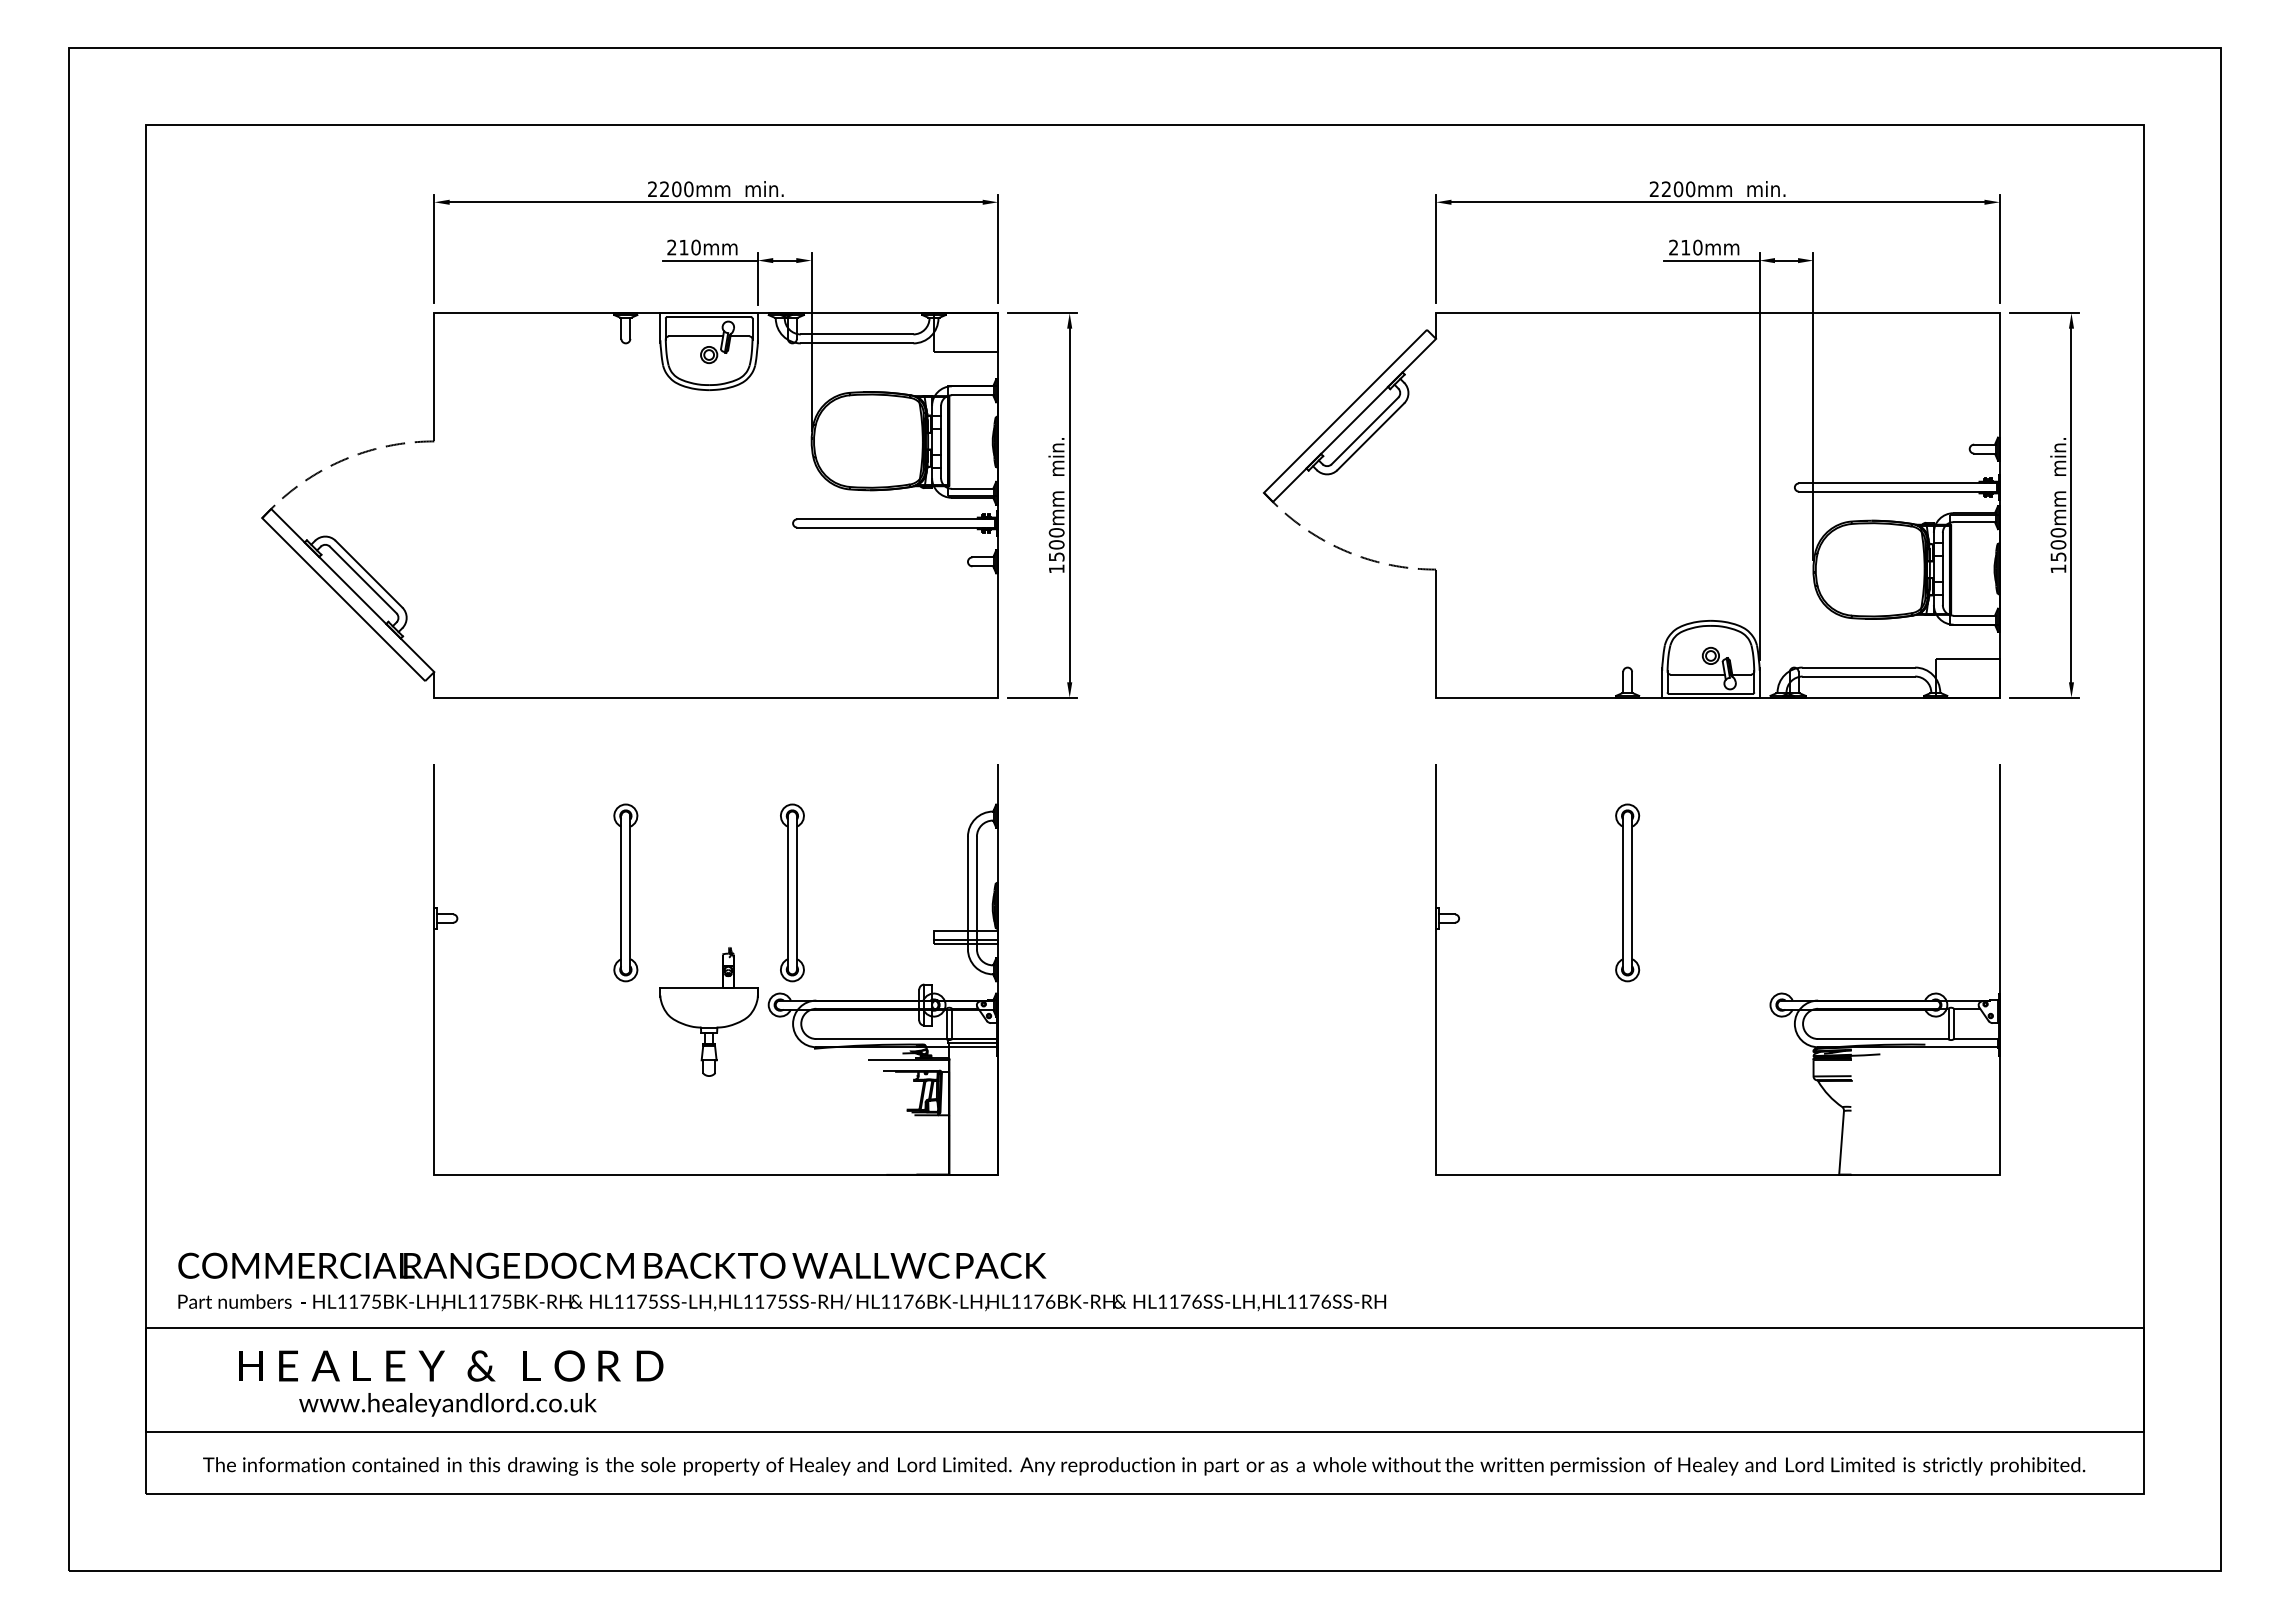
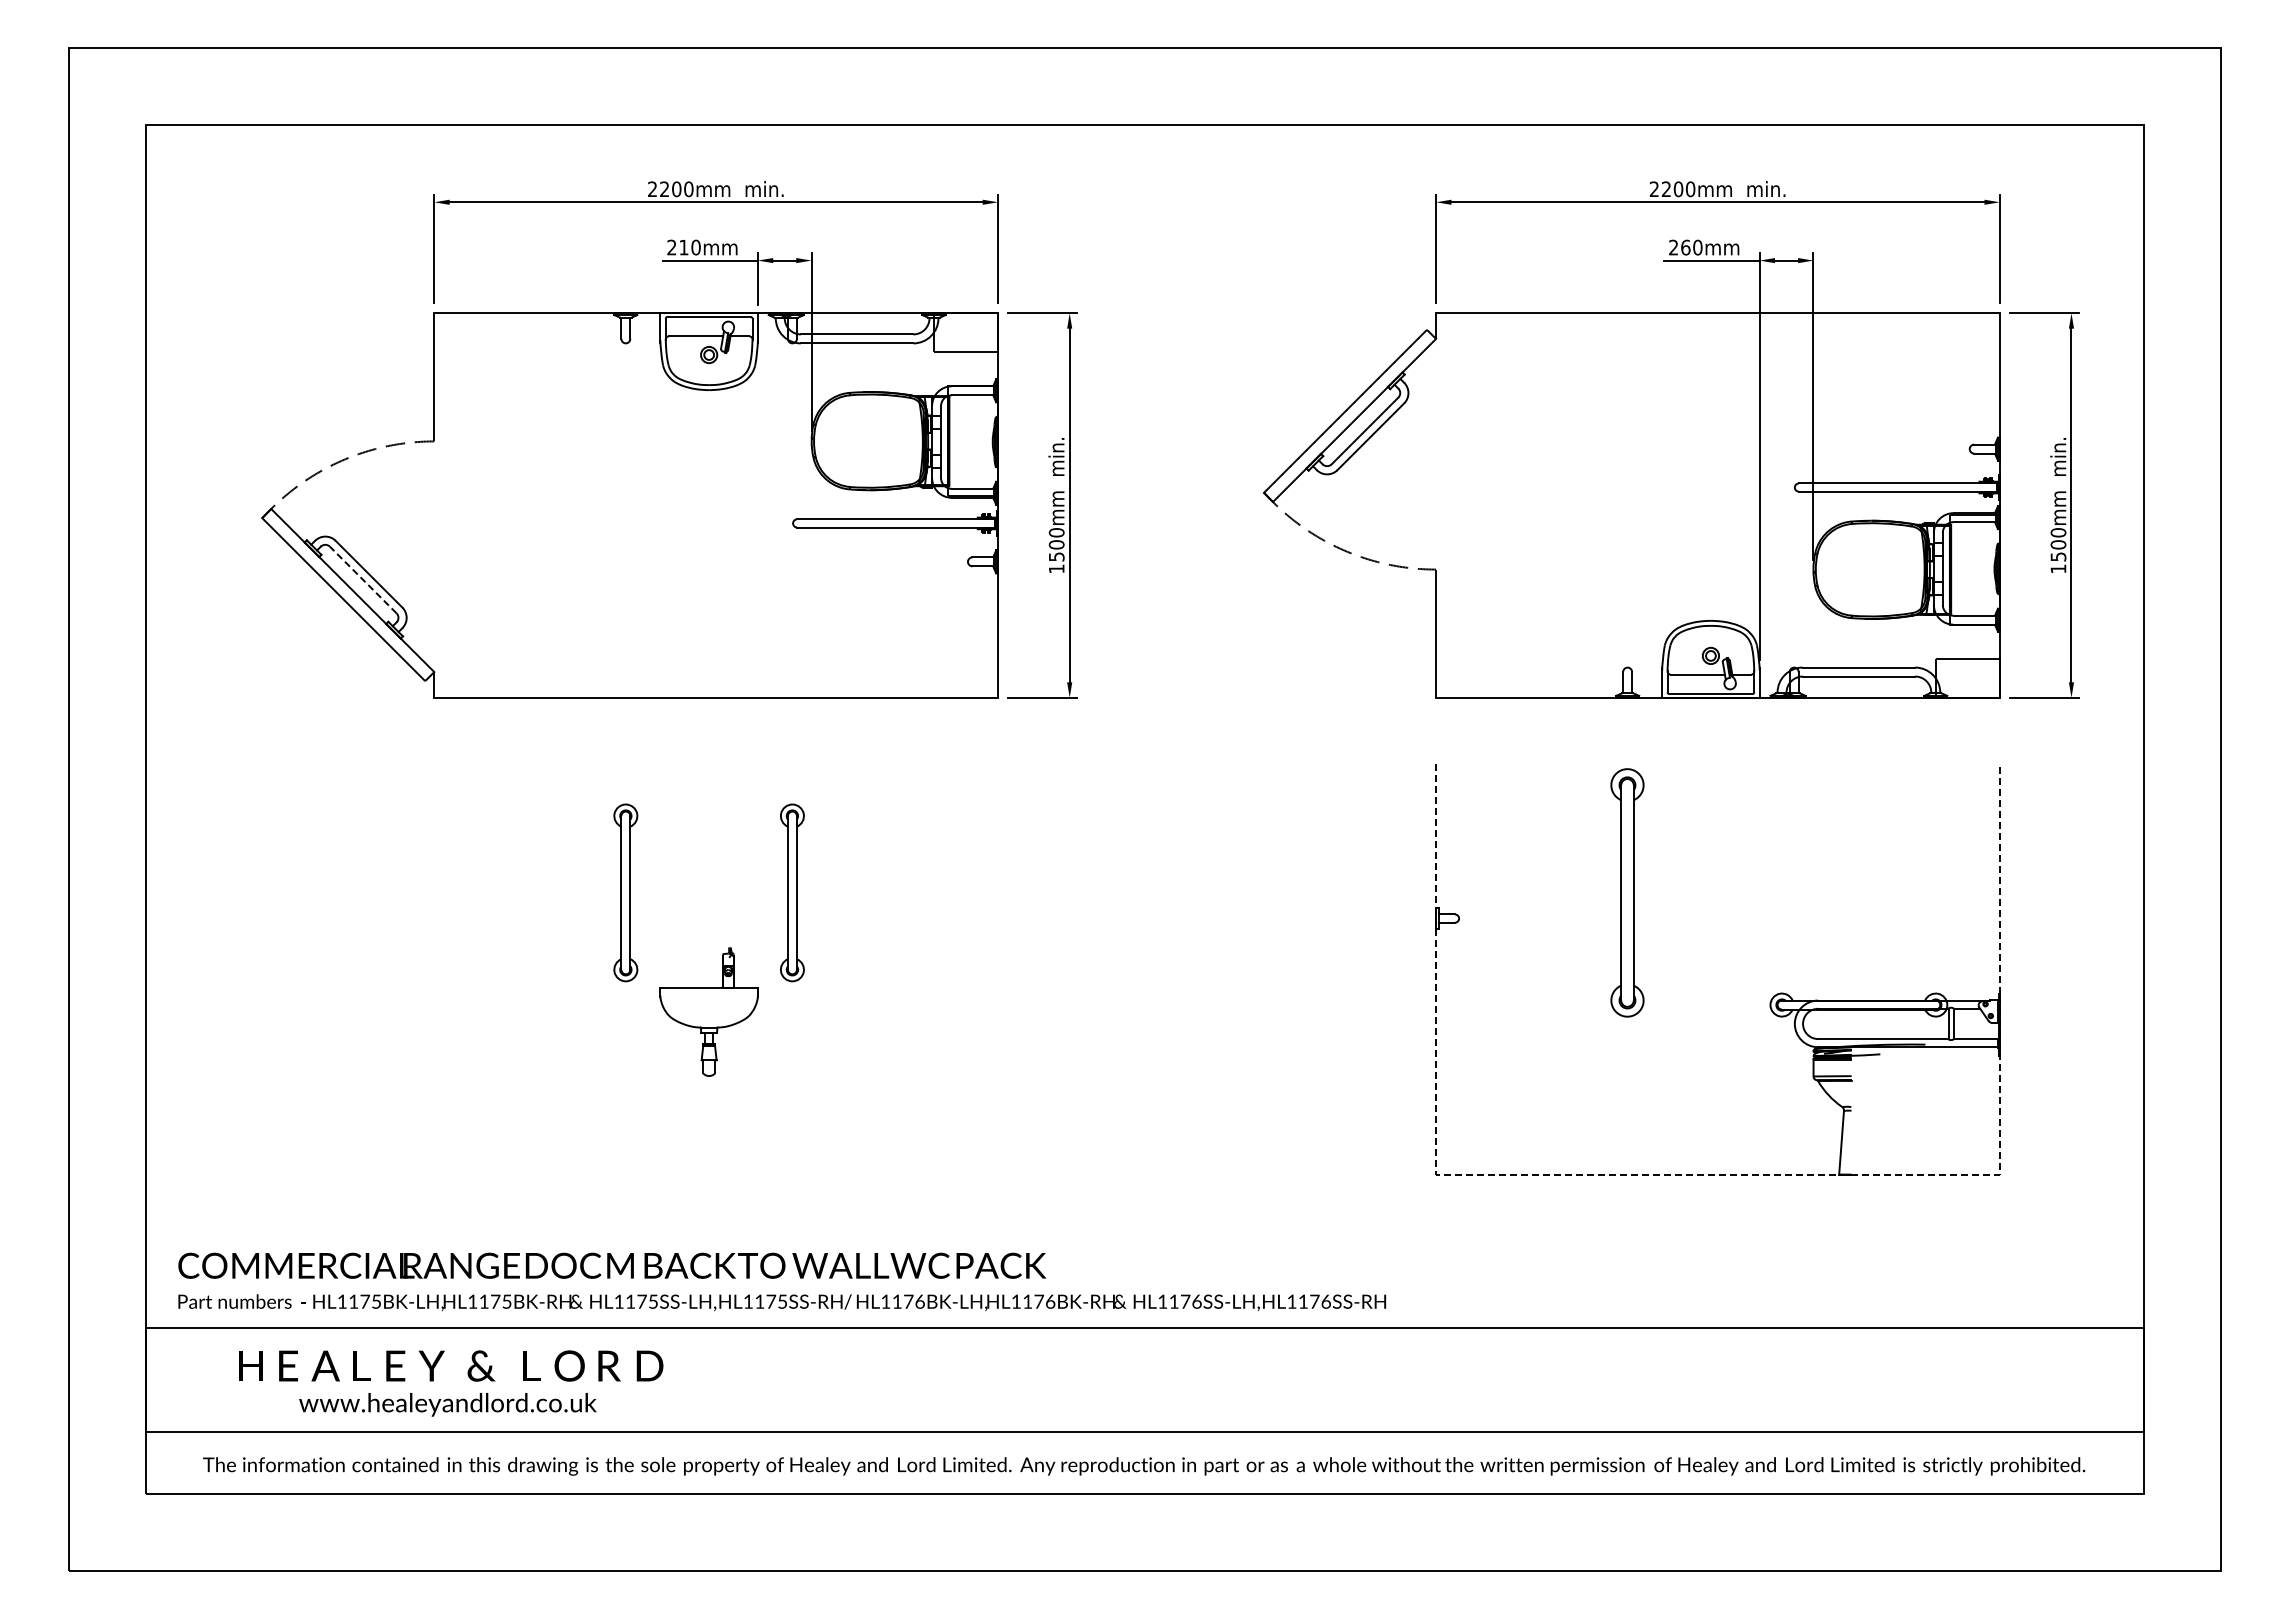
text at (1685, 247): 210mm -> 260mm
line at (362, 579): solid -> dashed
part at (1627, 892) size: 26x180 px -> 35x250 px
part at (769, 998): present -> none
line at (1717, 1174): solid -> dashed
